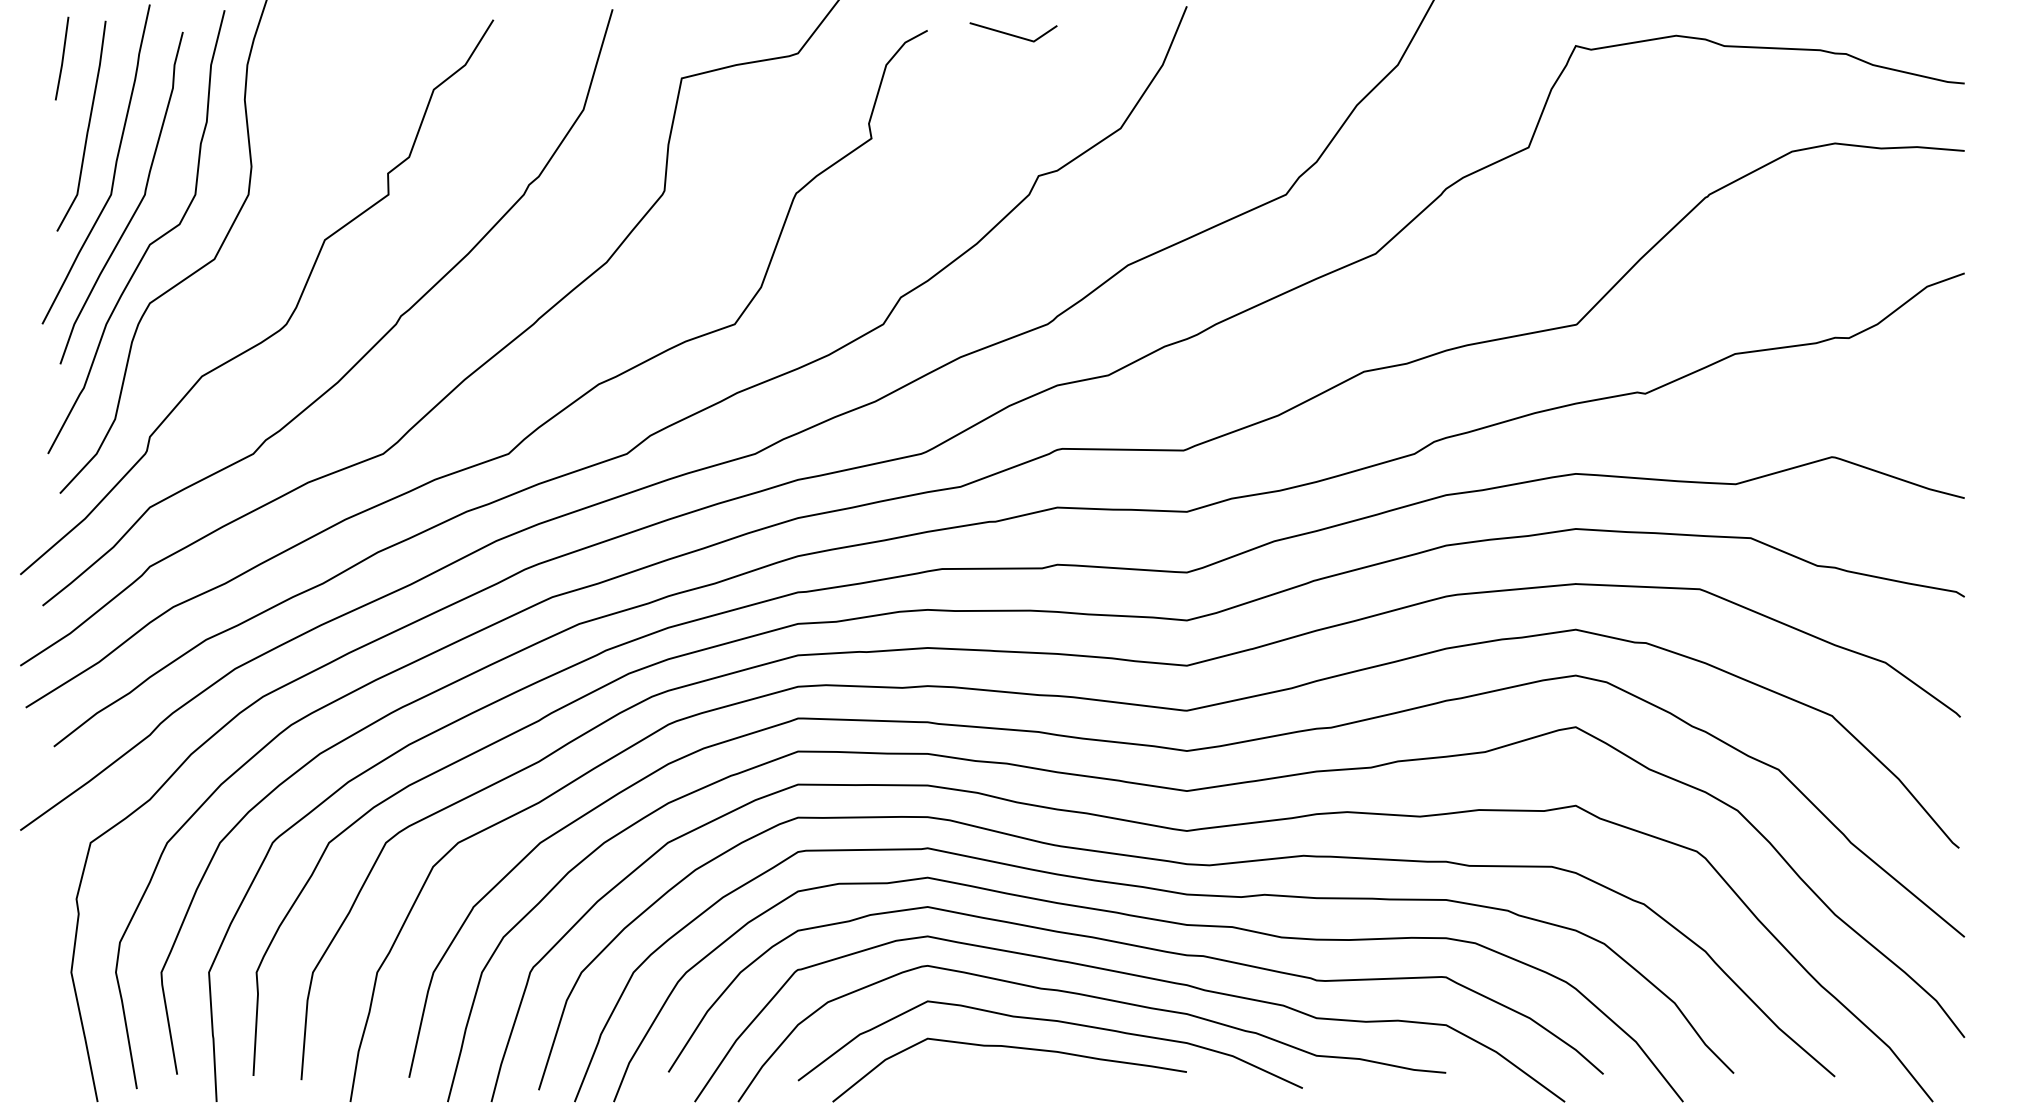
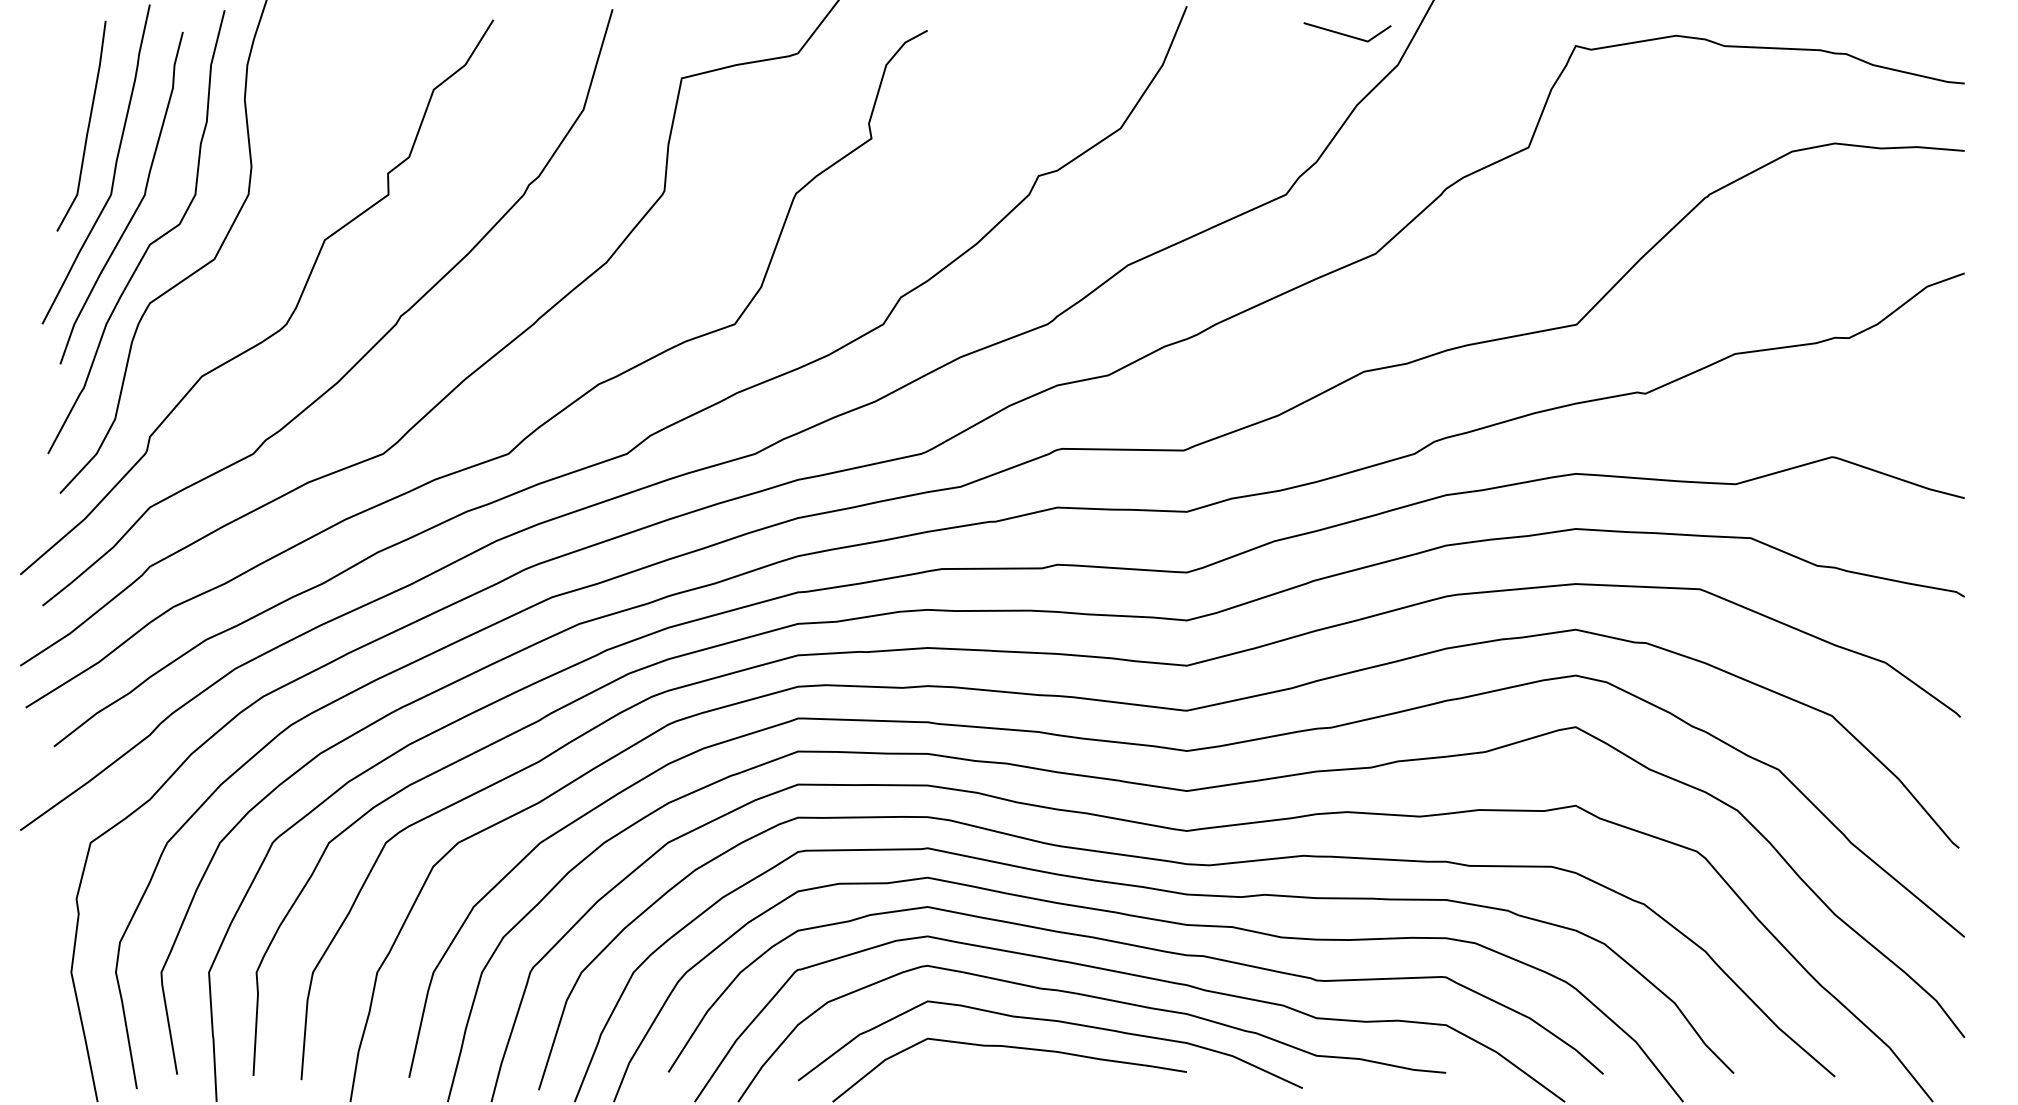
line at (1013, 34) position: (1013, 34) -> (1347, 34)
line at (62, 58): present -> none
